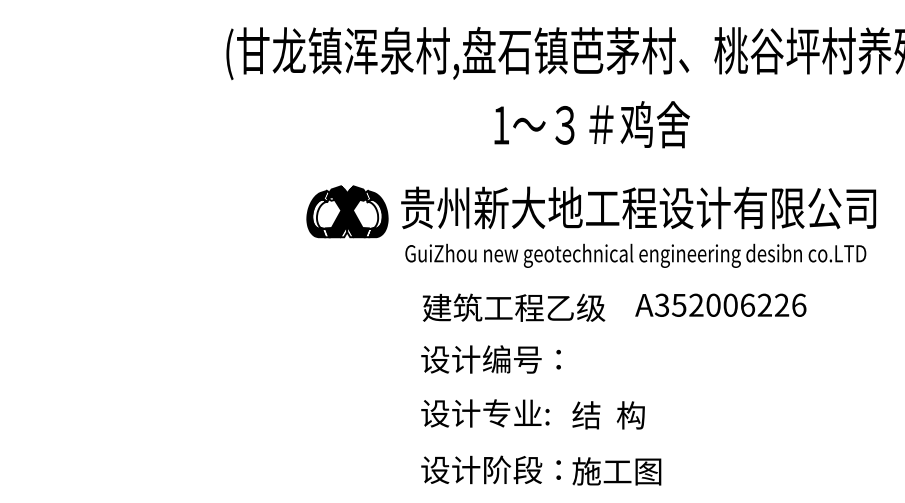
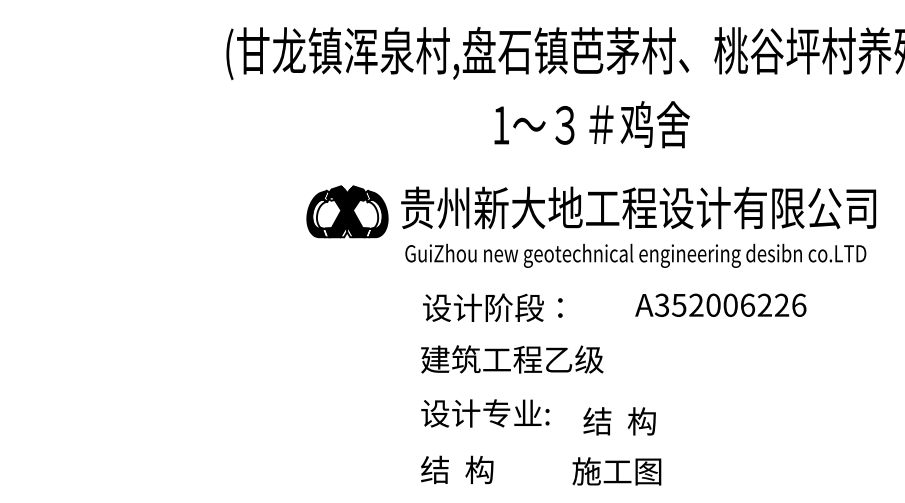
text at (513, 307): 建筑工程乙级 -> 设计阶段：
text at (512, 359): 设计编号： -> 建筑工程乙级
text at (608, 415) position: (608, 415) -> (619, 421)
text at (490, 469): 设计阶段： -> 结  构
